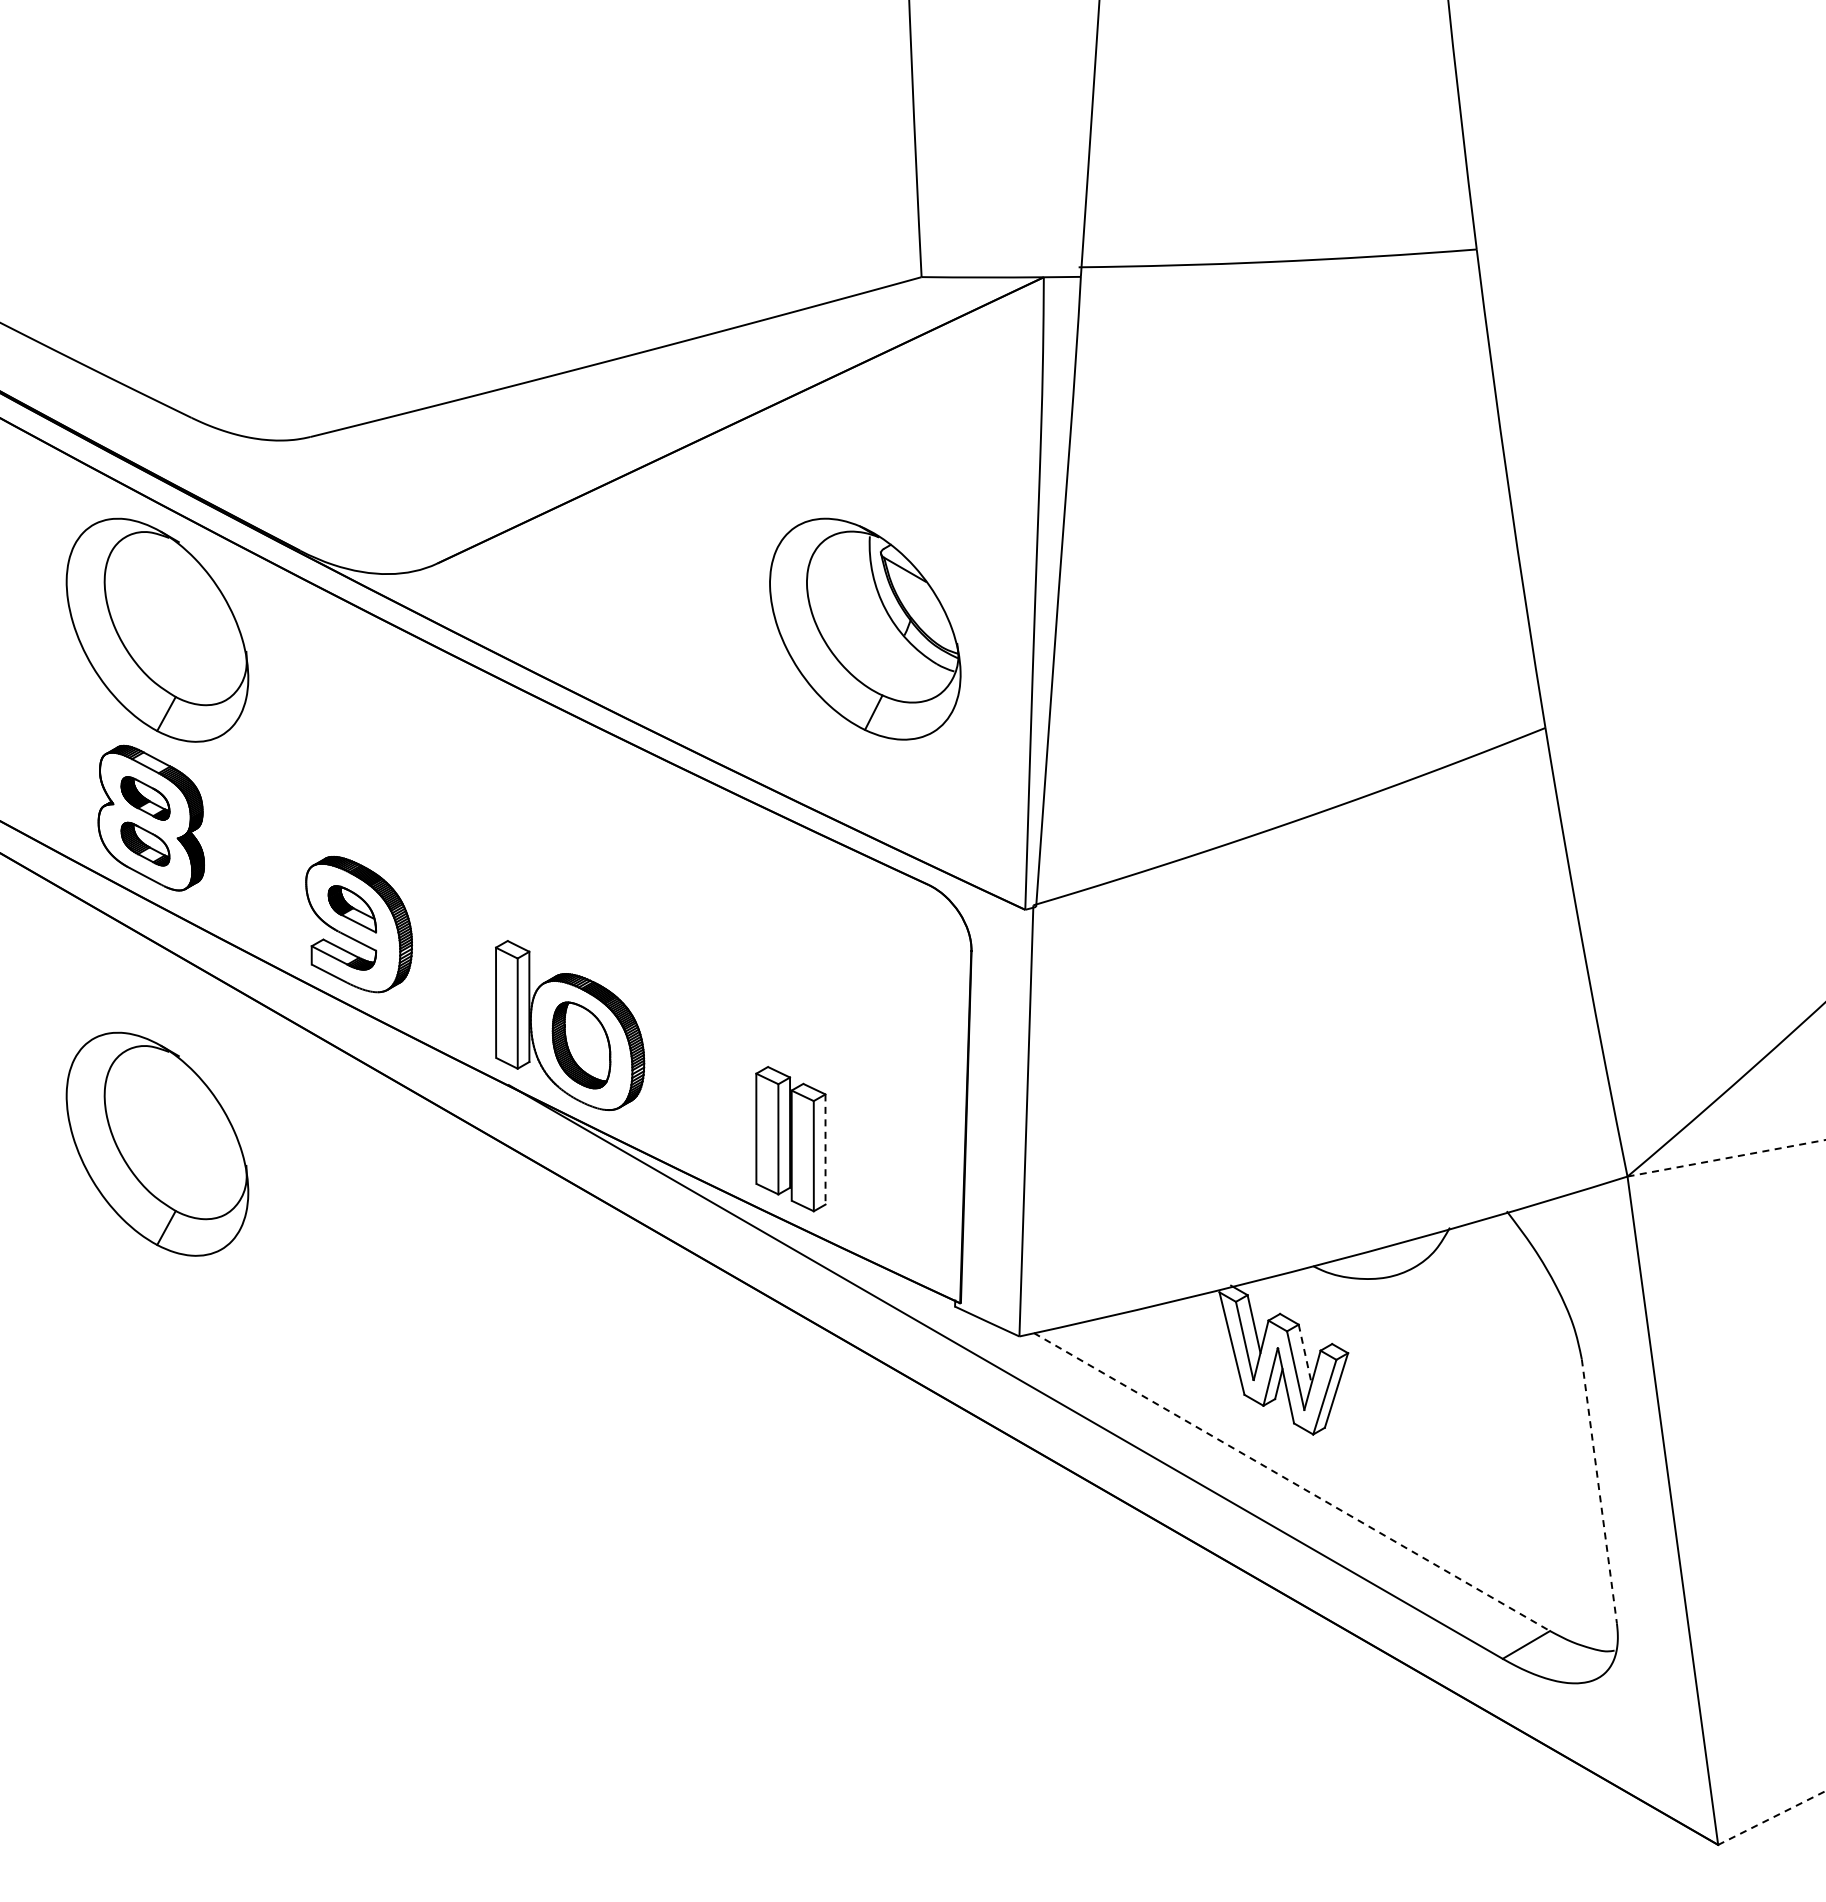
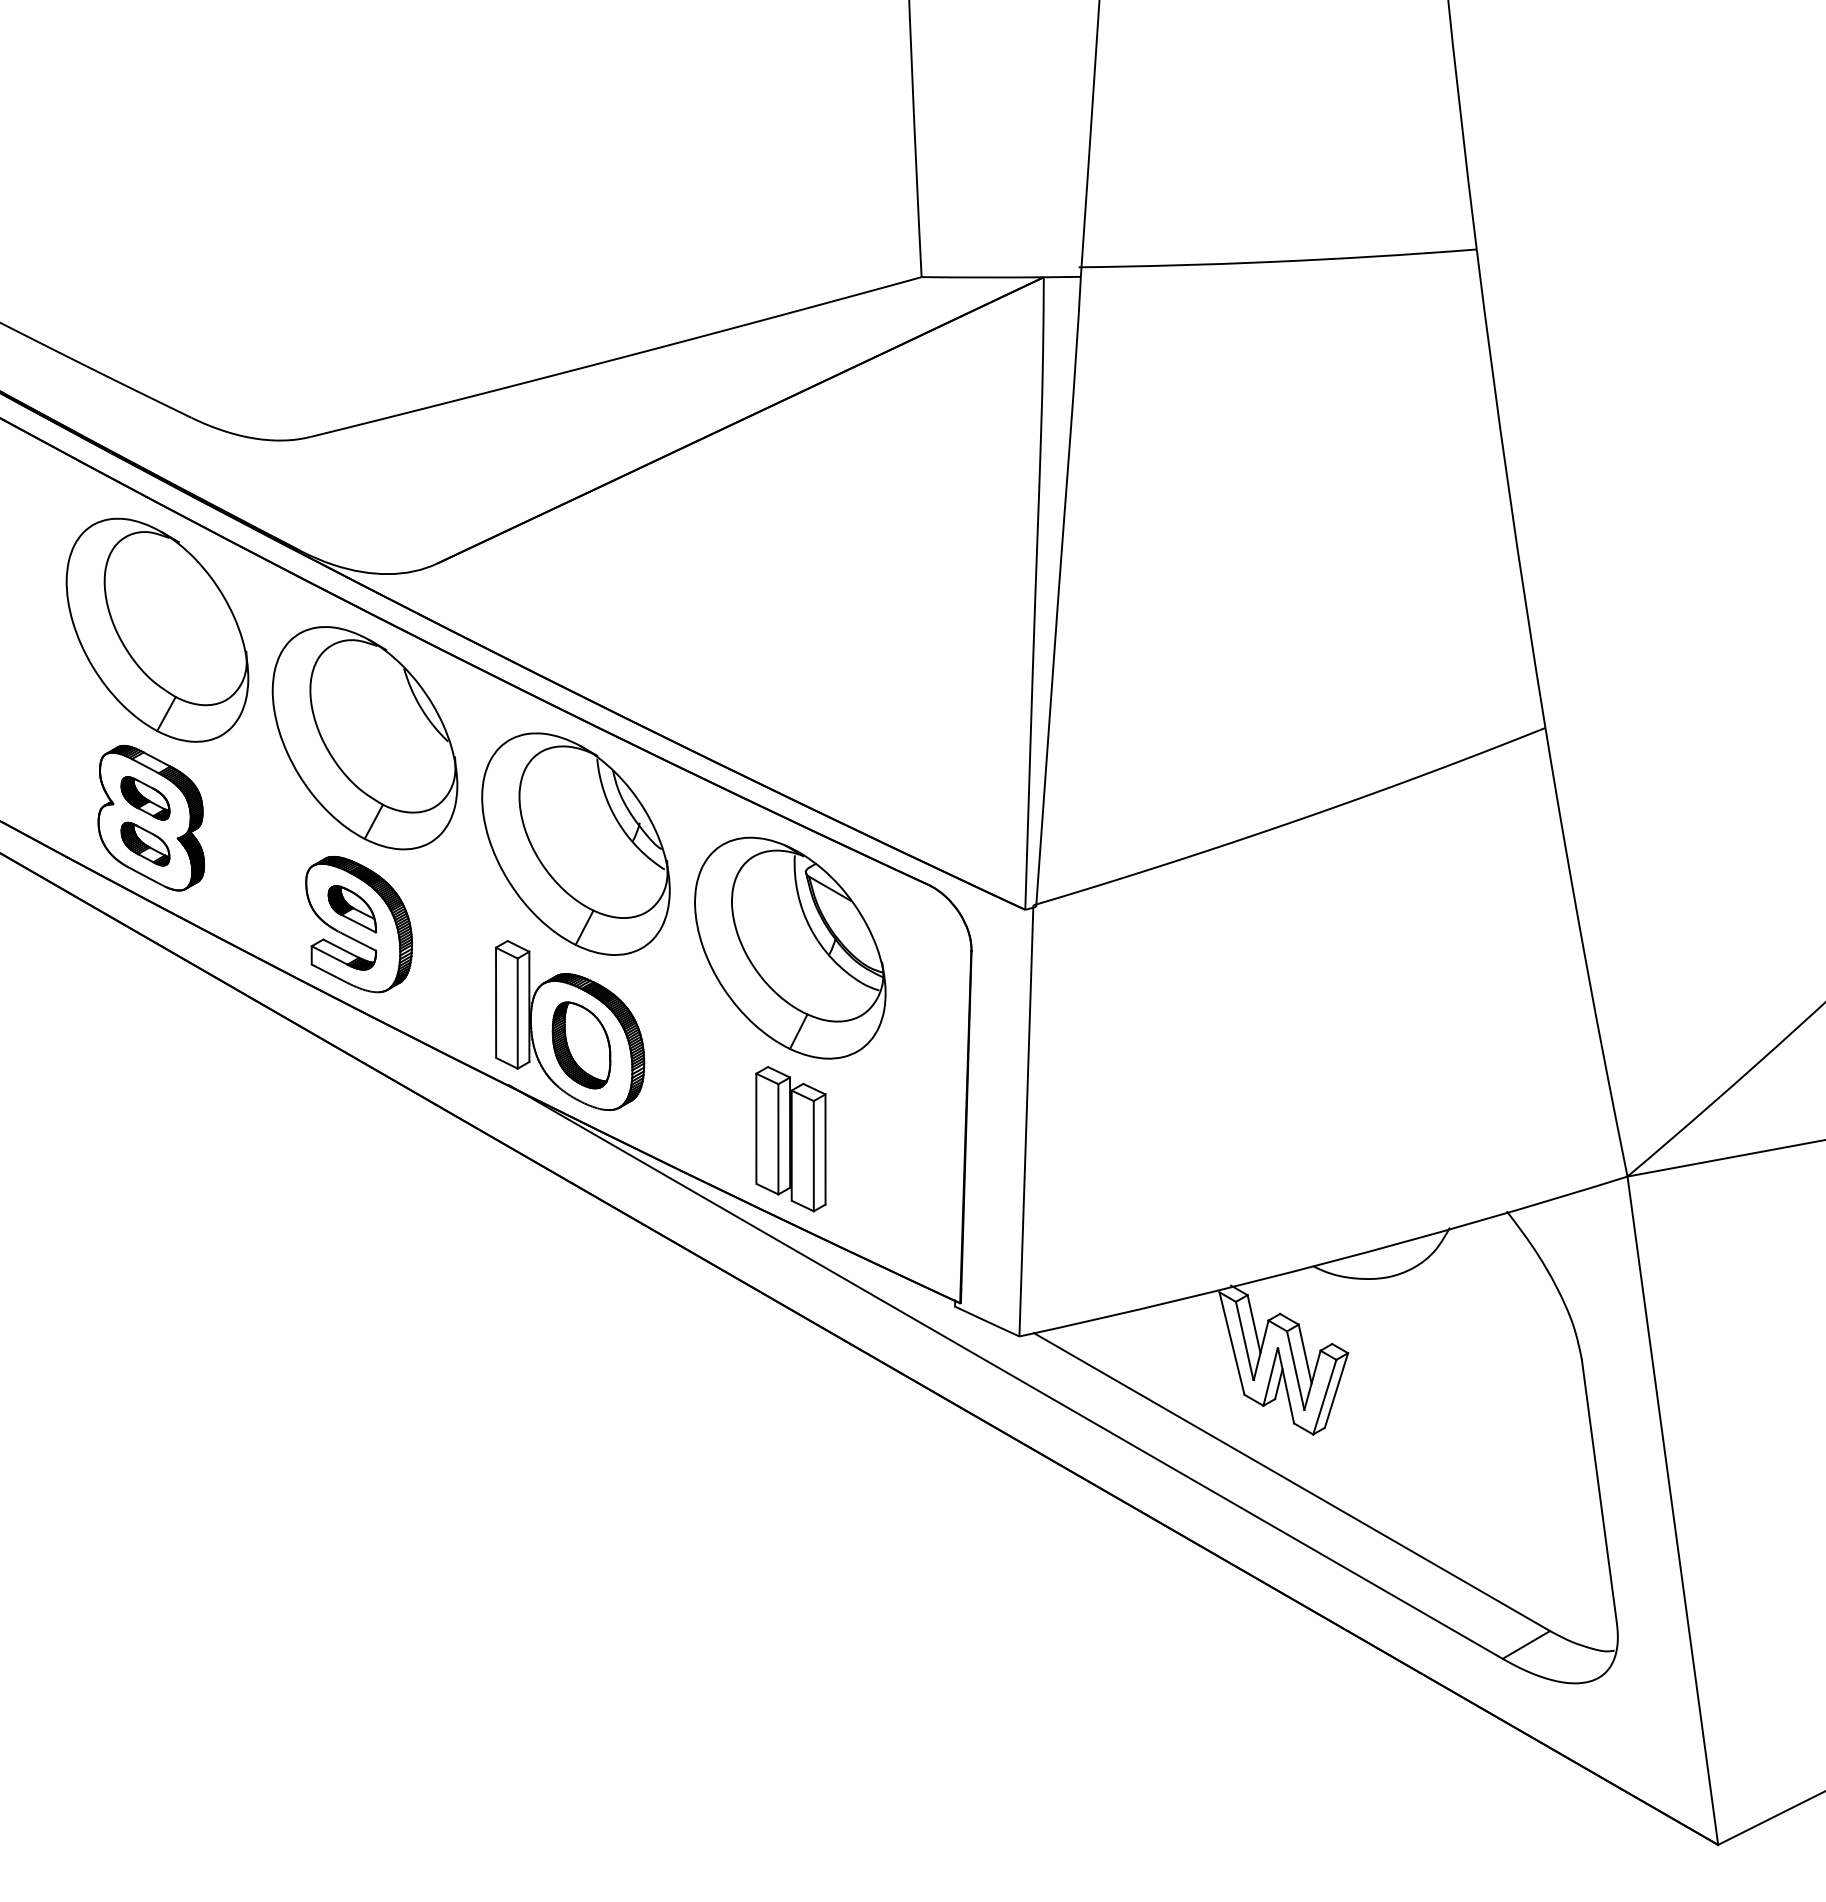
part at (865, 628) position: (865, 628) -> (790, 947)
part at (364, 738): none -> present
part at (575, 843): none -> present
part at (157, 1143): present -> none
line at (825, 1150): dashed -> solid
line at (1726, 1158): dashed -> solid
line at (1305, 1354): dashed -> solid
line at (1292, 1482): dashed -> solid
line at (1599, 1491): dashed -> solid
line at (1771, 1818): dashed -> solid
